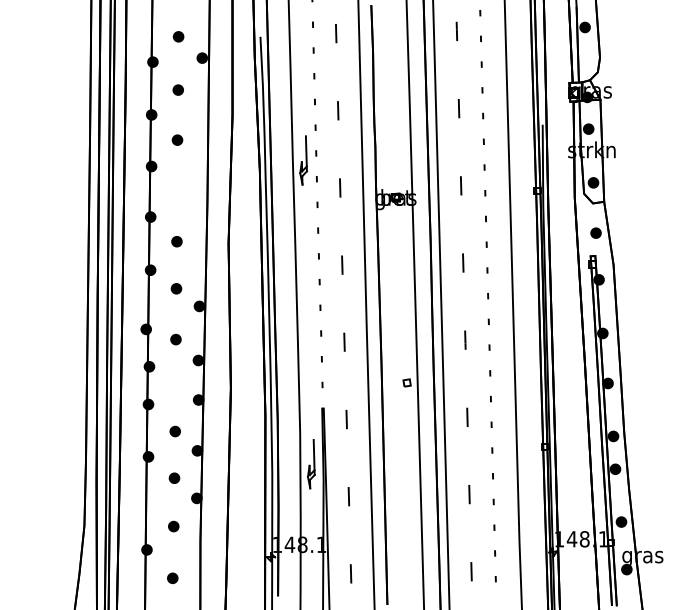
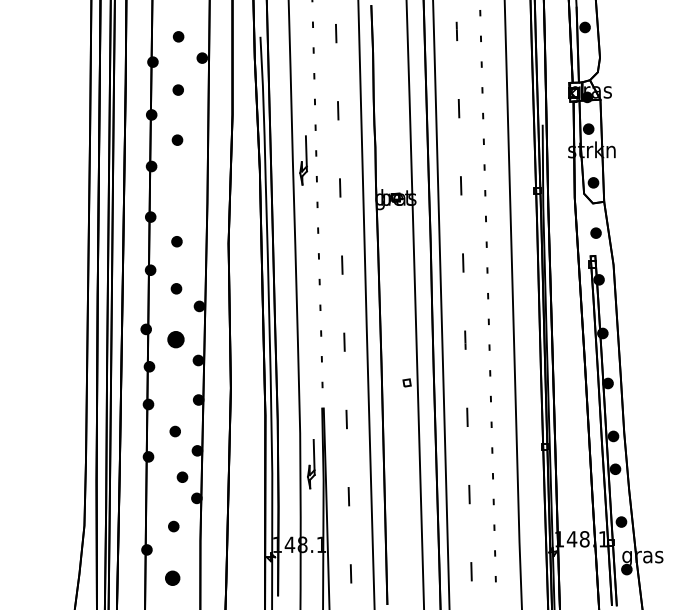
part at (175, 339) size: 12x13 px -> 18x18 px
part at (174, 477) position: (174, 477) -> (182, 476)
part at (172, 578) size: 12x13 px -> 16x16 px
